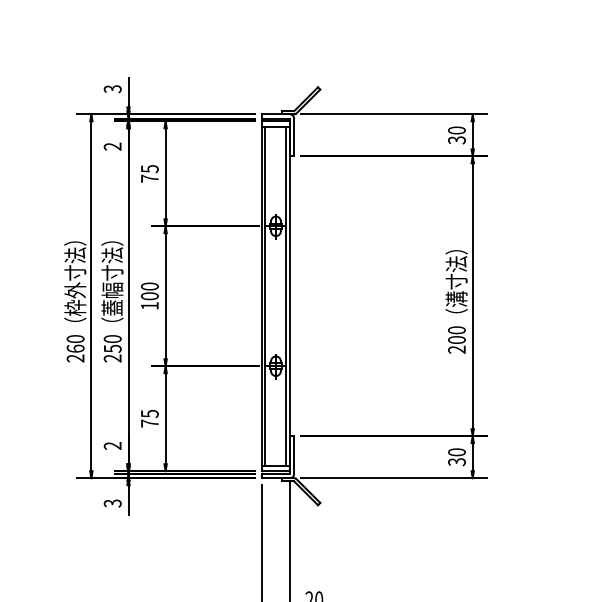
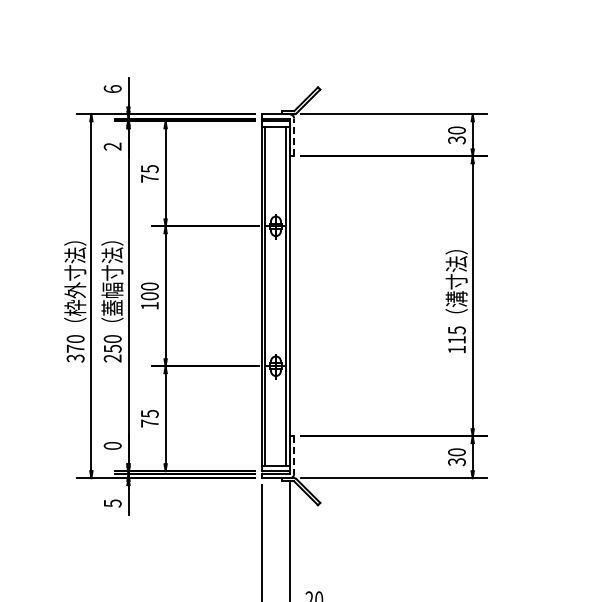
text at (112, 89): 3 -> 6
line at (294, 137): solid -> dashed
text at (456, 339): 200 -> 115
text at (75, 353): 260 -> 370
text at (112, 445): 2 -> 0
line at (294, 455): solid -> dashed
text at (111, 503): 3 -> 5
